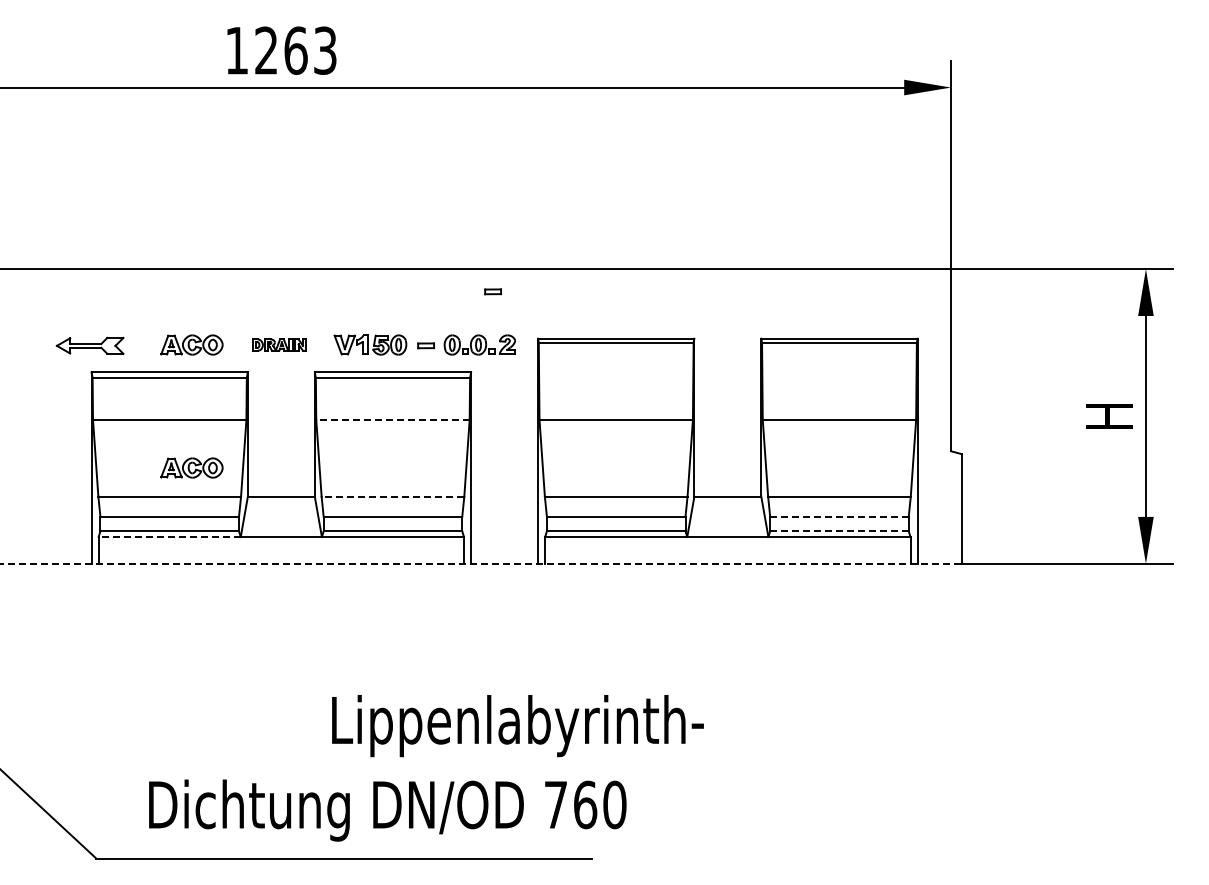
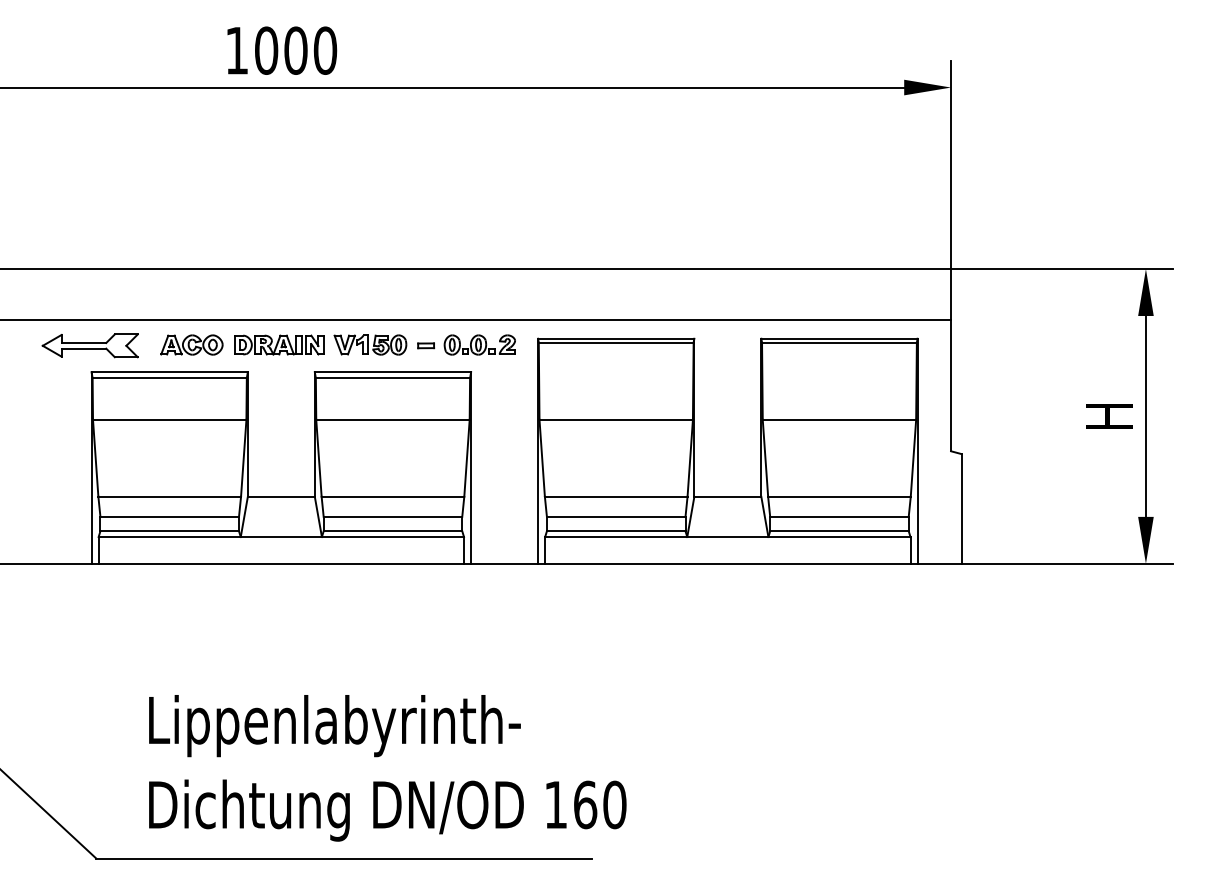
text at (296, 50): 1263 -> 1000
part at (493, 291): present -> none
line at (476, 320): none -> present
part at (279, 344) size: 55x14 px -> 91x22 px
part at (89, 345) size: 70x19 px -> 98x26 px
line at (392, 419): dashed -> solid
part at (191, 467): present -> none
line at (392, 496): dashed -> solid
line at (838, 516): dashed -> solid
line at (838, 531): dashed -> solid
line at (169, 537): dashed -> solid
line at (481, 563): dashed -> solid
text at (517, 726) position: (517, 726) -> (334, 726)
text at (555, 804): 760 -> 160
